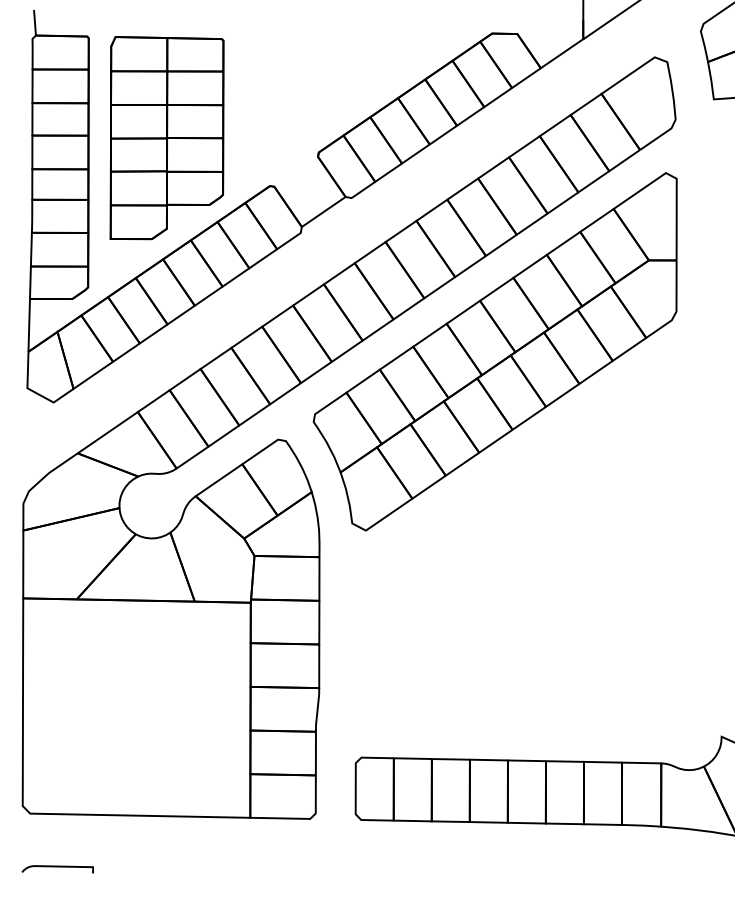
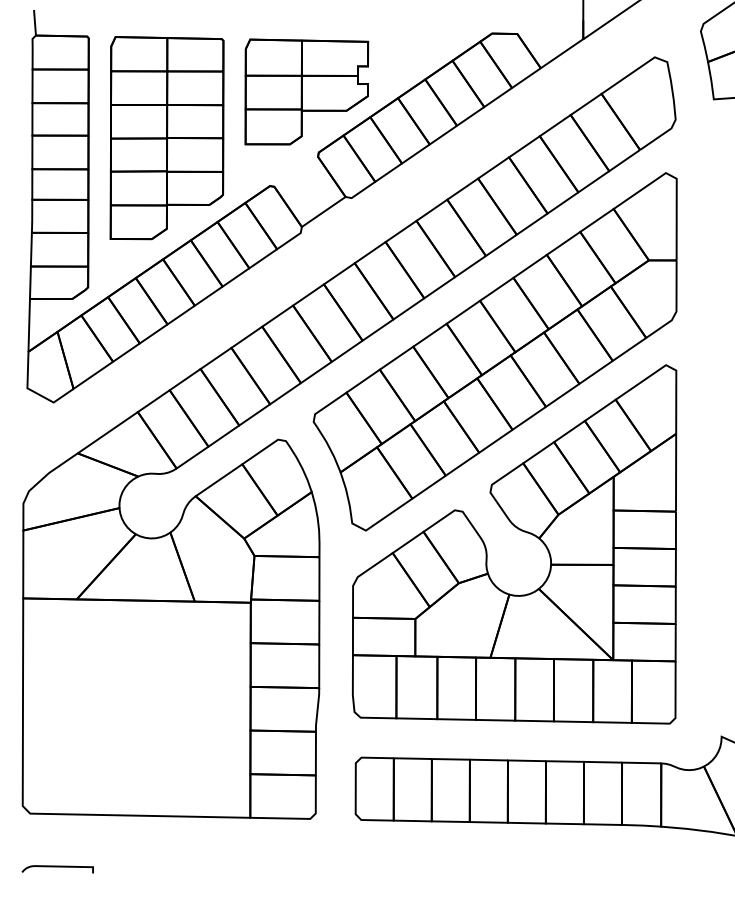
part at (306, 91): none -> present
part at (521, 531): none -> present
